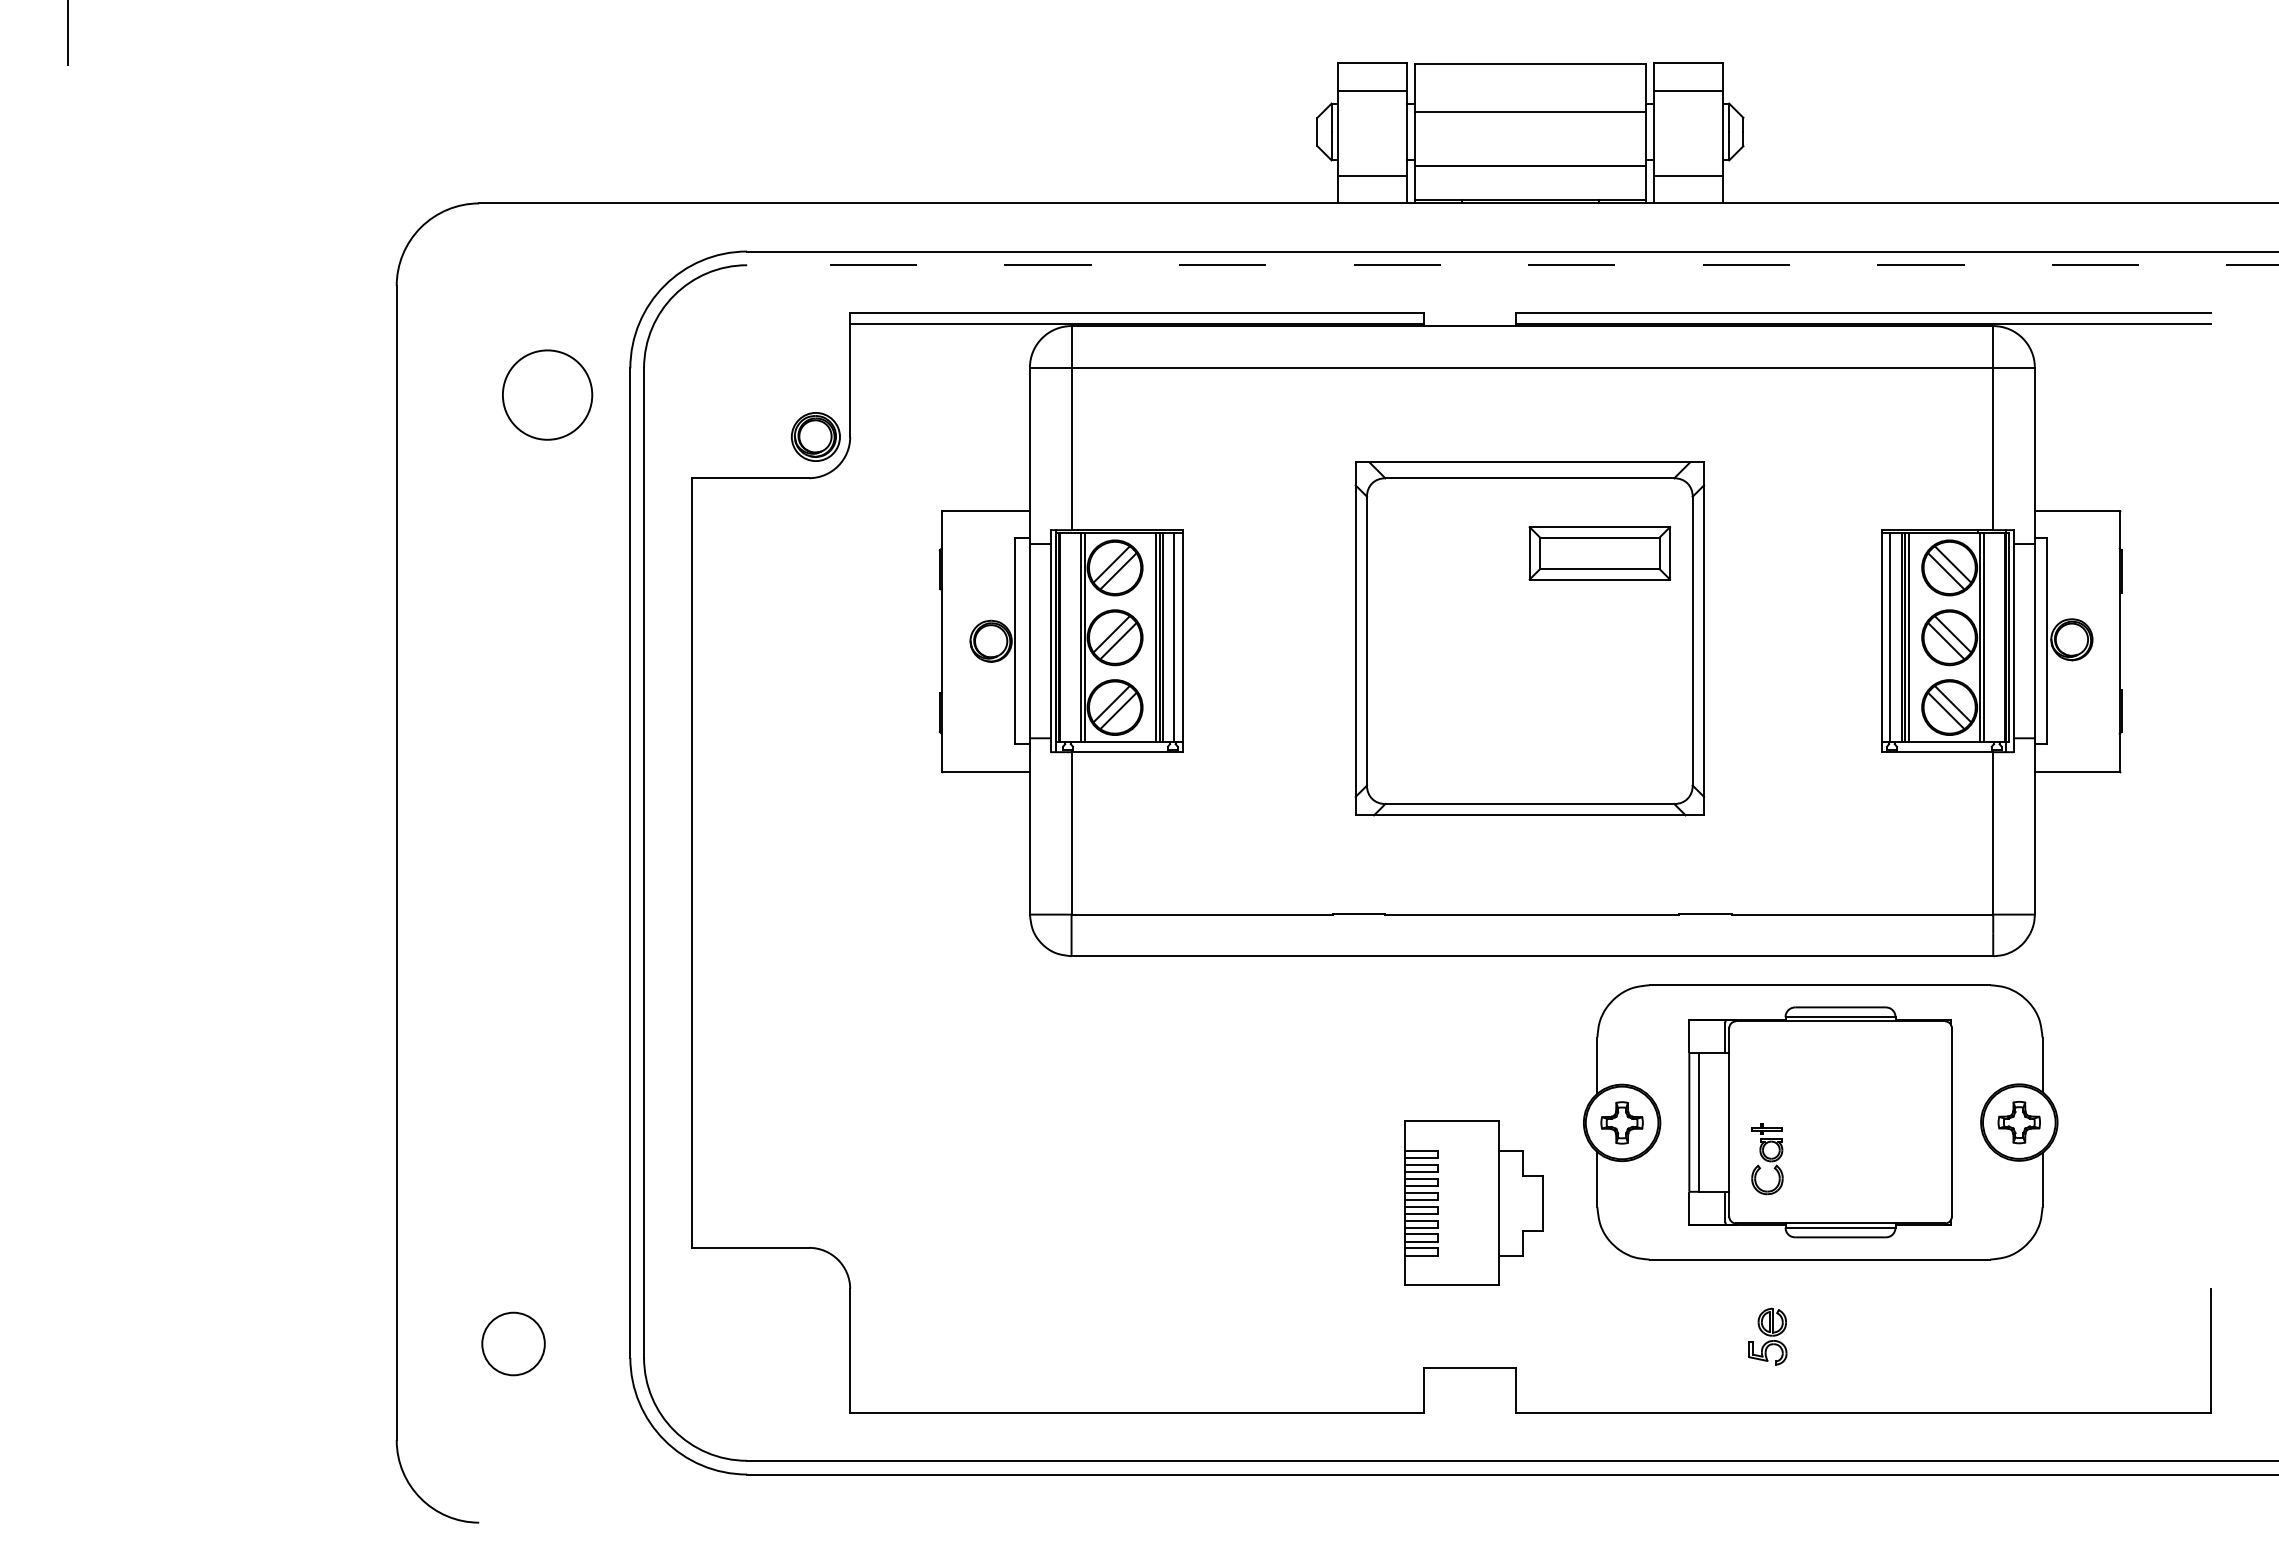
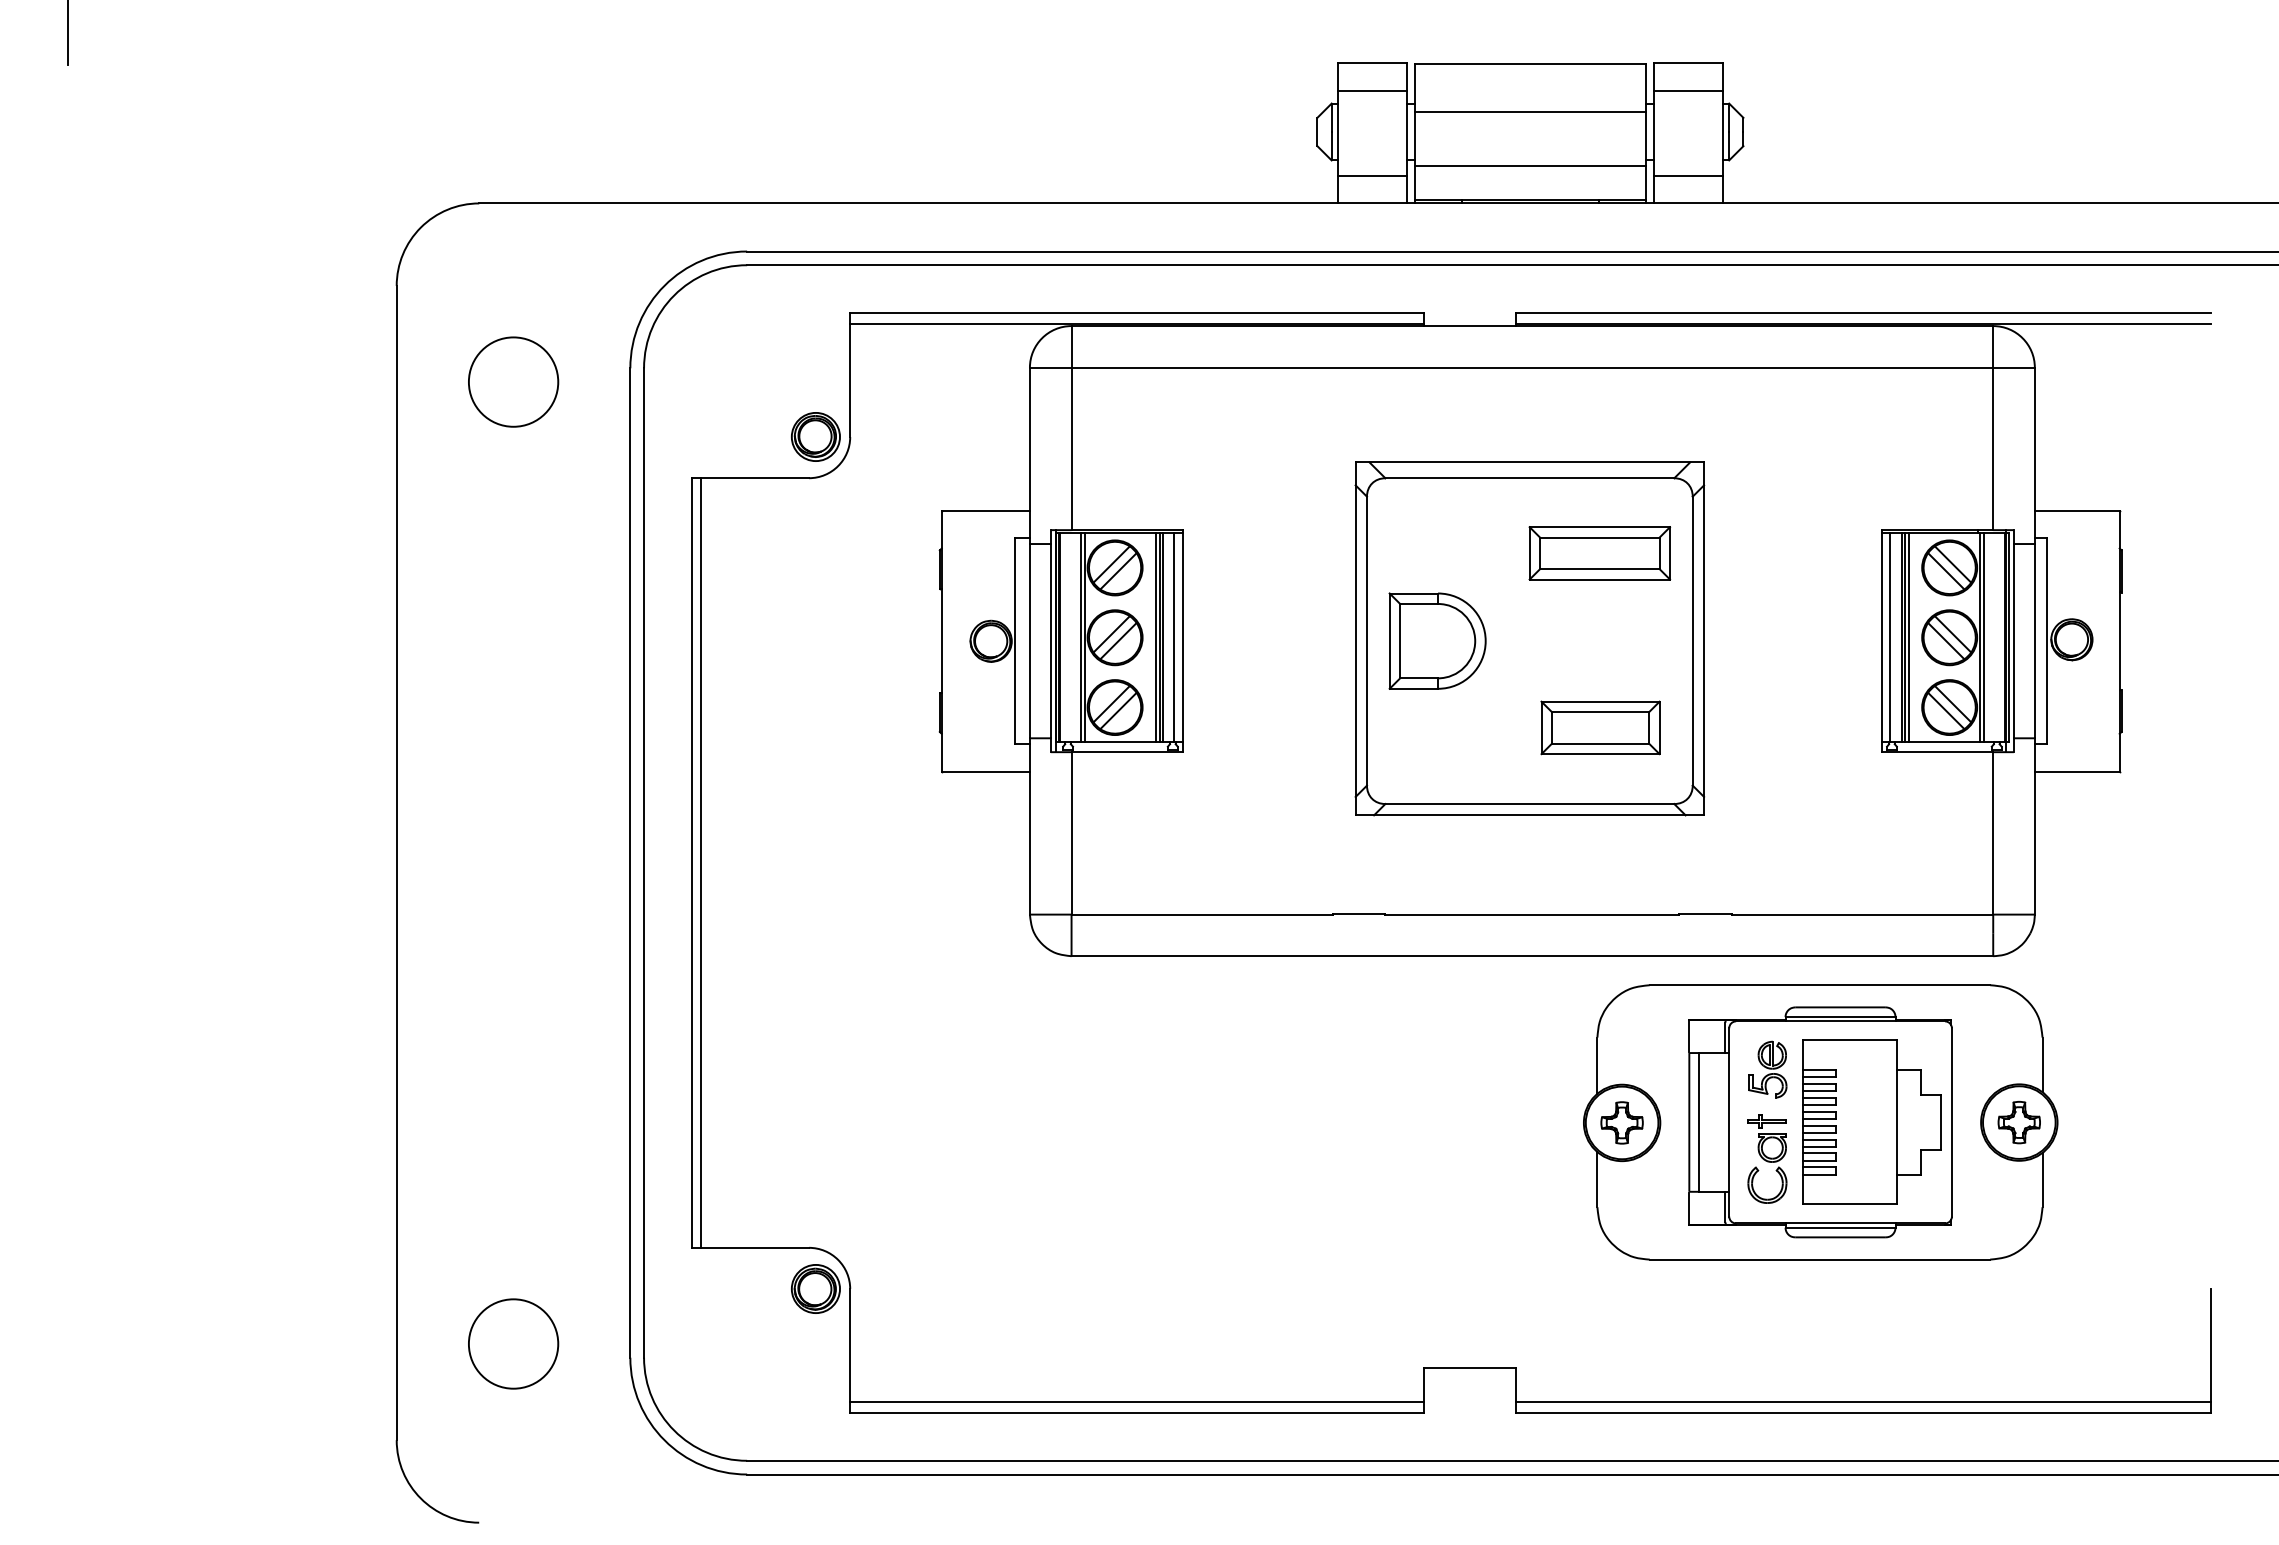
line at (1512, 265): dashed -> solid
circle at (547, 394) position: (547, 394) -> (513, 381)
part at (1437, 640): none -> present
part at (1600, 727): none -> present
line at (701, 862): none -> present
part at (1767, 1159) size: 33x73 px -> 41x90 px
part at (1473, 1202) position: (1473, 1202) -> (1871, 1121)
part at (815, 1288): none -> present
part at (1767, 1336) position: (1767, 1336) -> (1767, 1069)
circle at (513, 1343) diameter: 63 px -> 89 px
line at (1136, 1402): none -> present
line at (1863, 1402): none -> present
